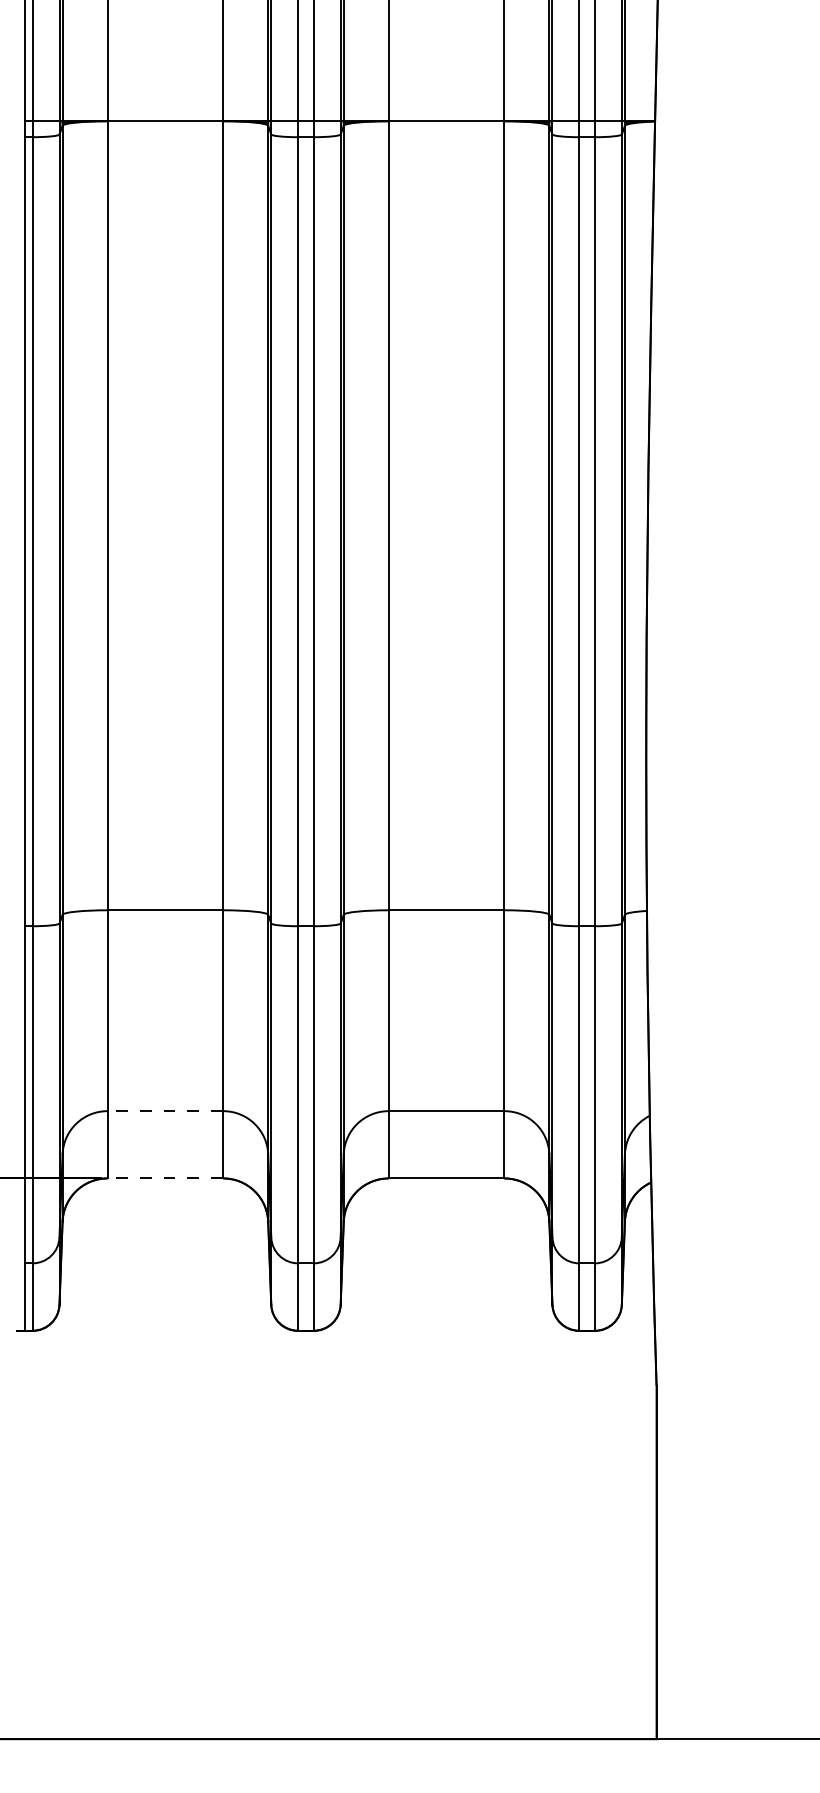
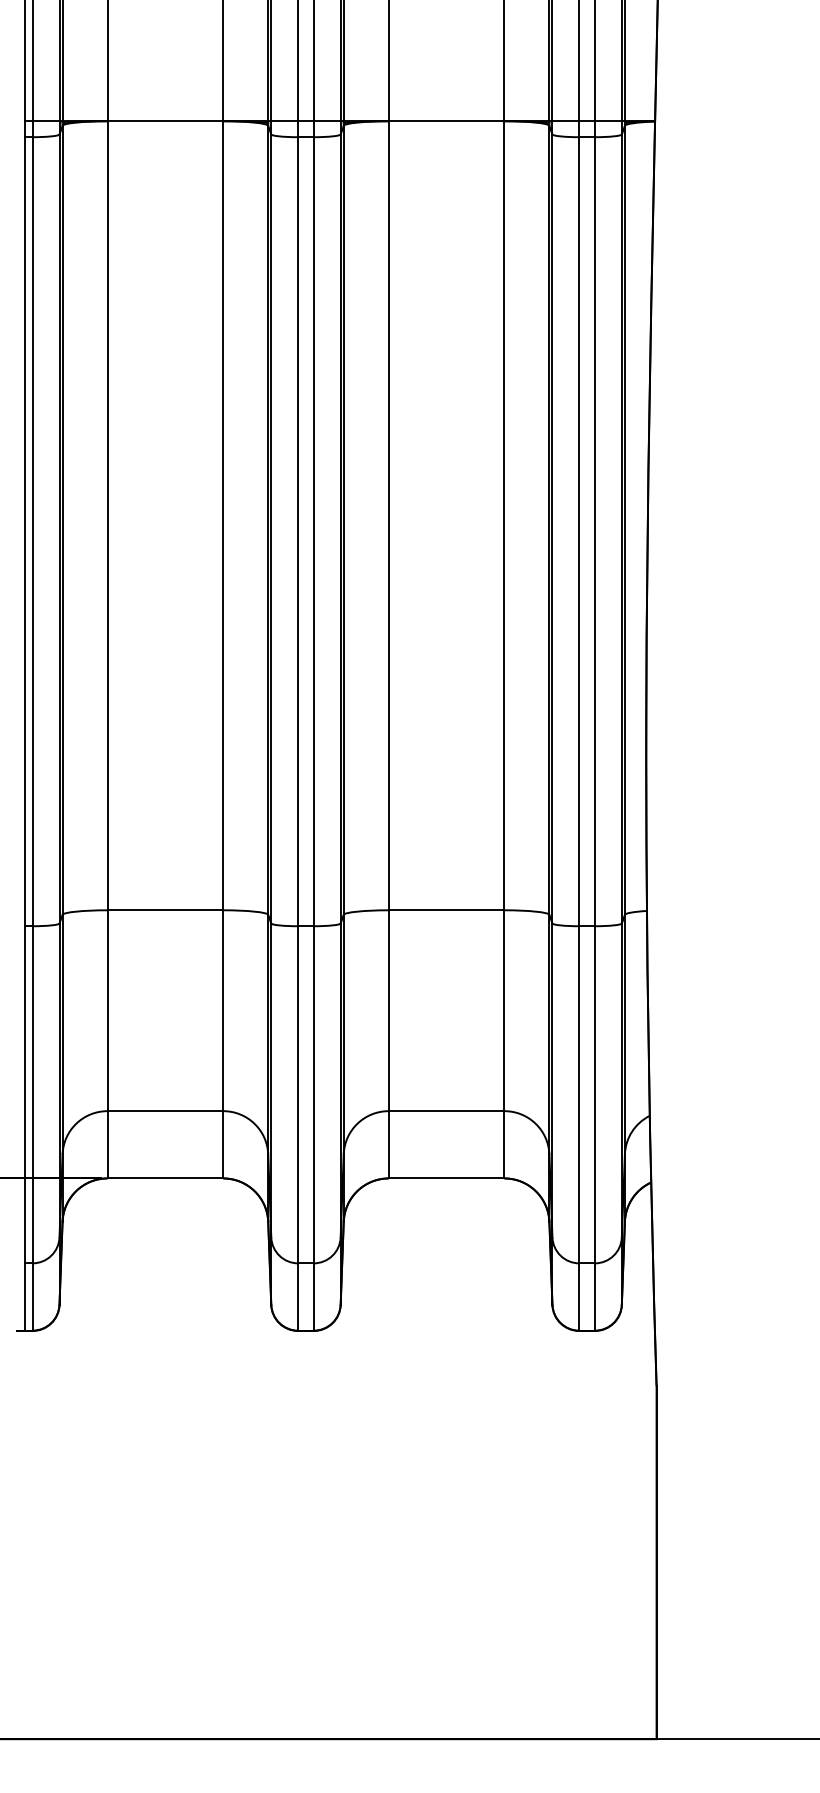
line at (165, 1111): dashed -> solid
line at (165, 1178): dashed -> solid
